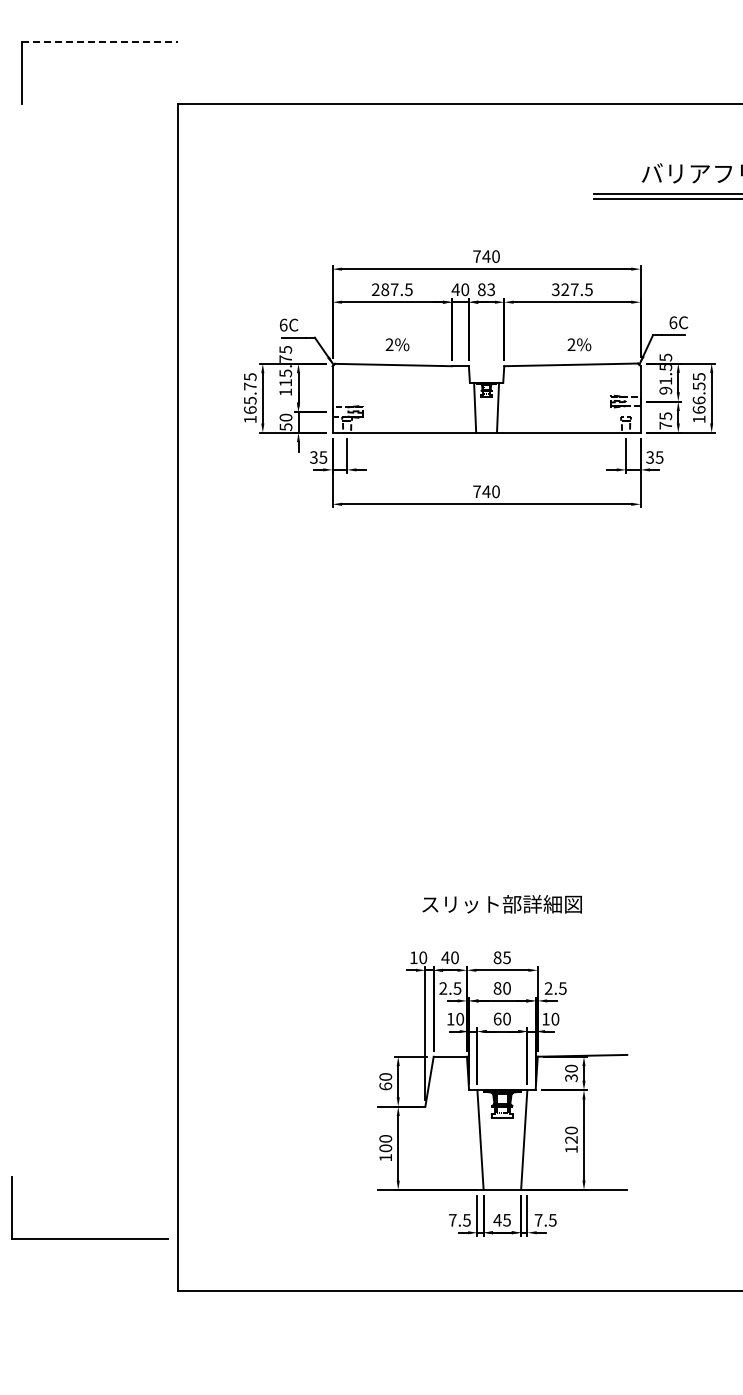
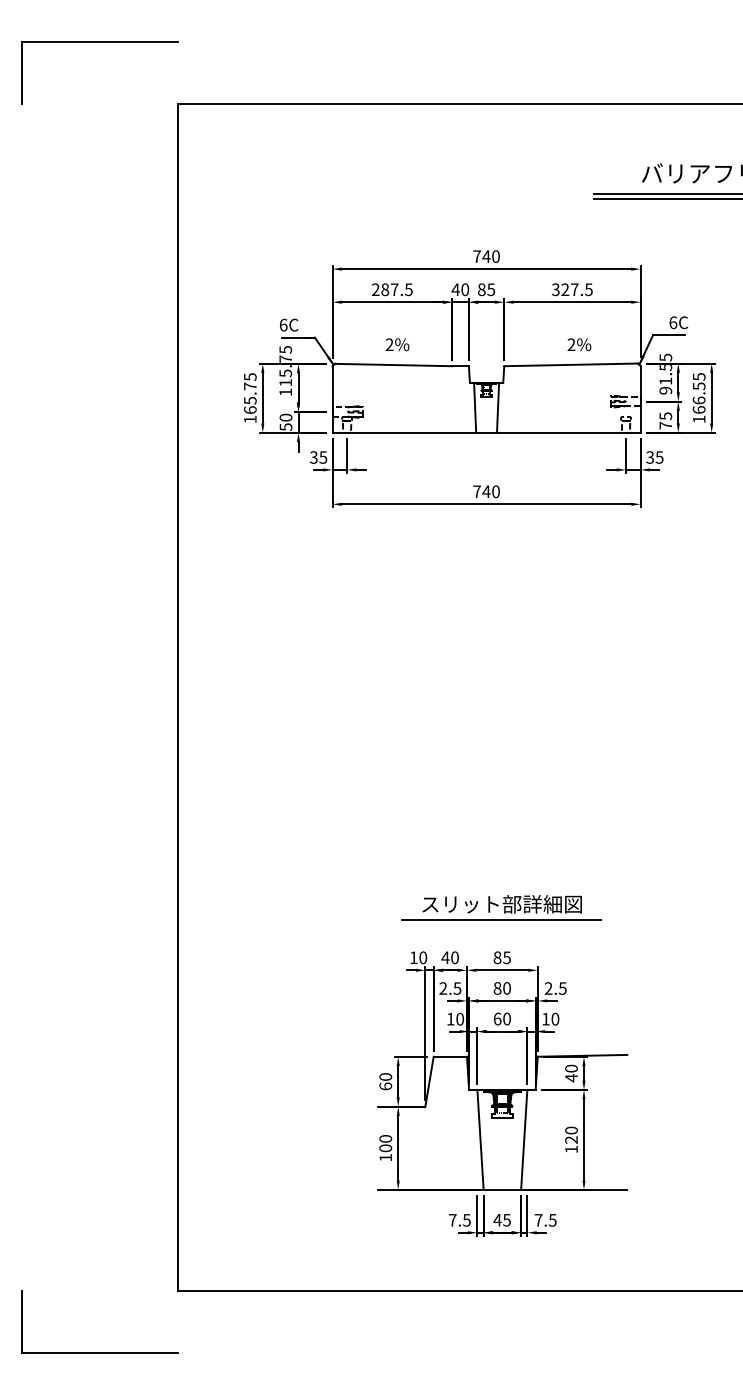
line at (100, 41): dashed -> solid
text at (491, 289): 83 -> 85
line at (501, 920): none -> present
text at (571, 1078): 30 -> 40
part at (89, 1238) position: (89, 1238) -> (99, 1352)
